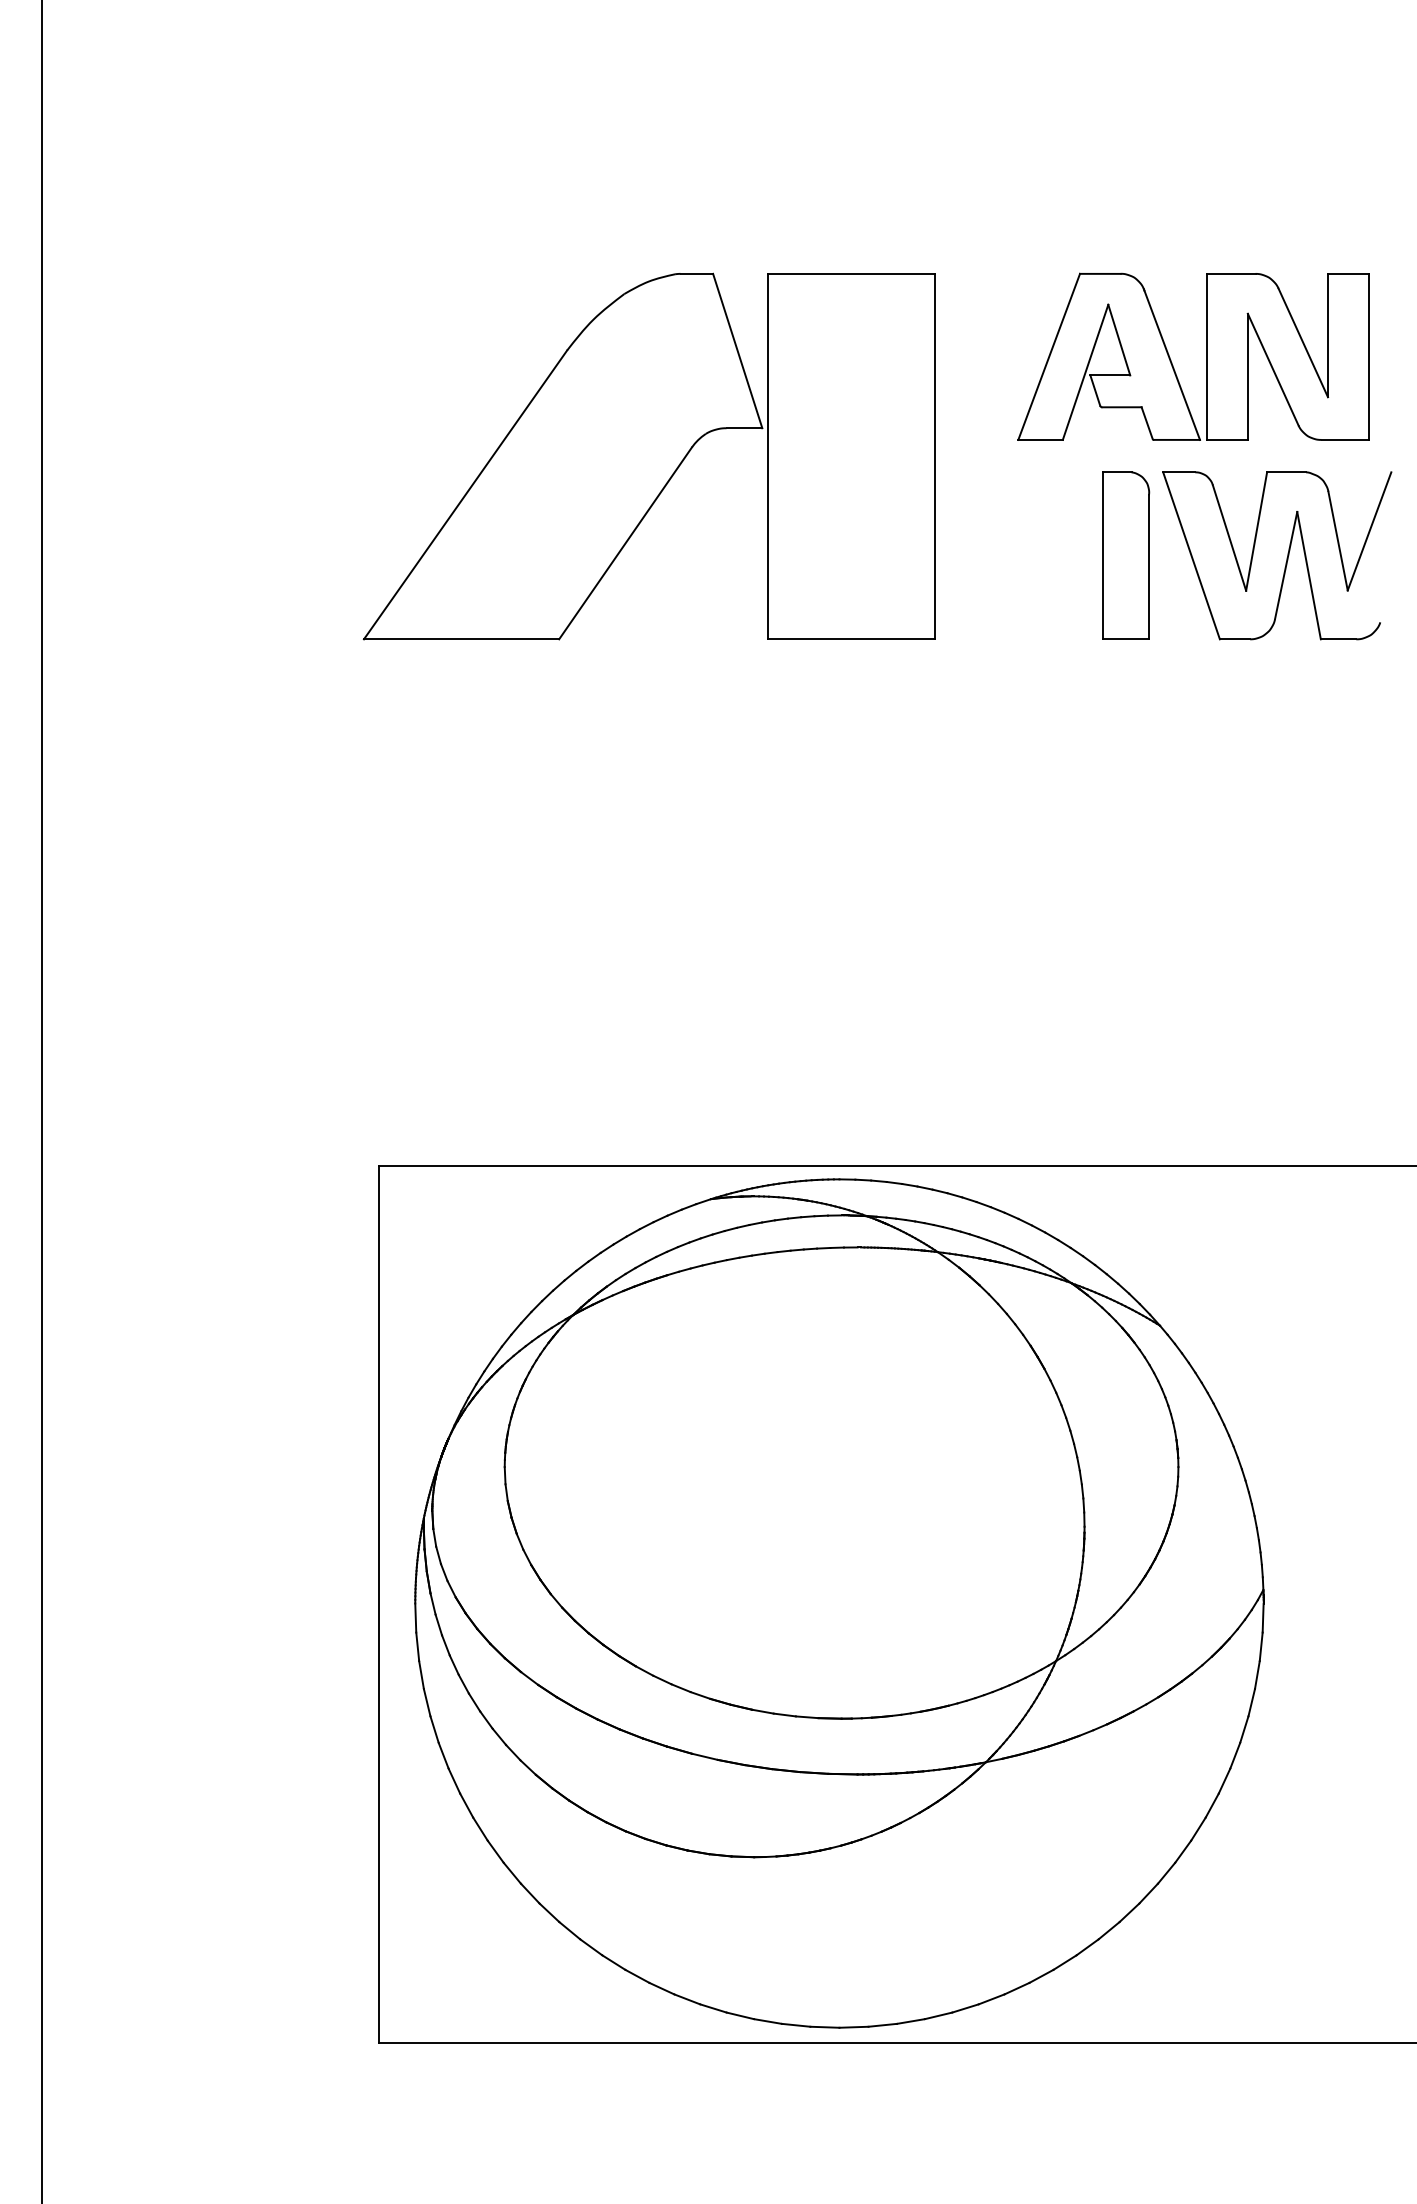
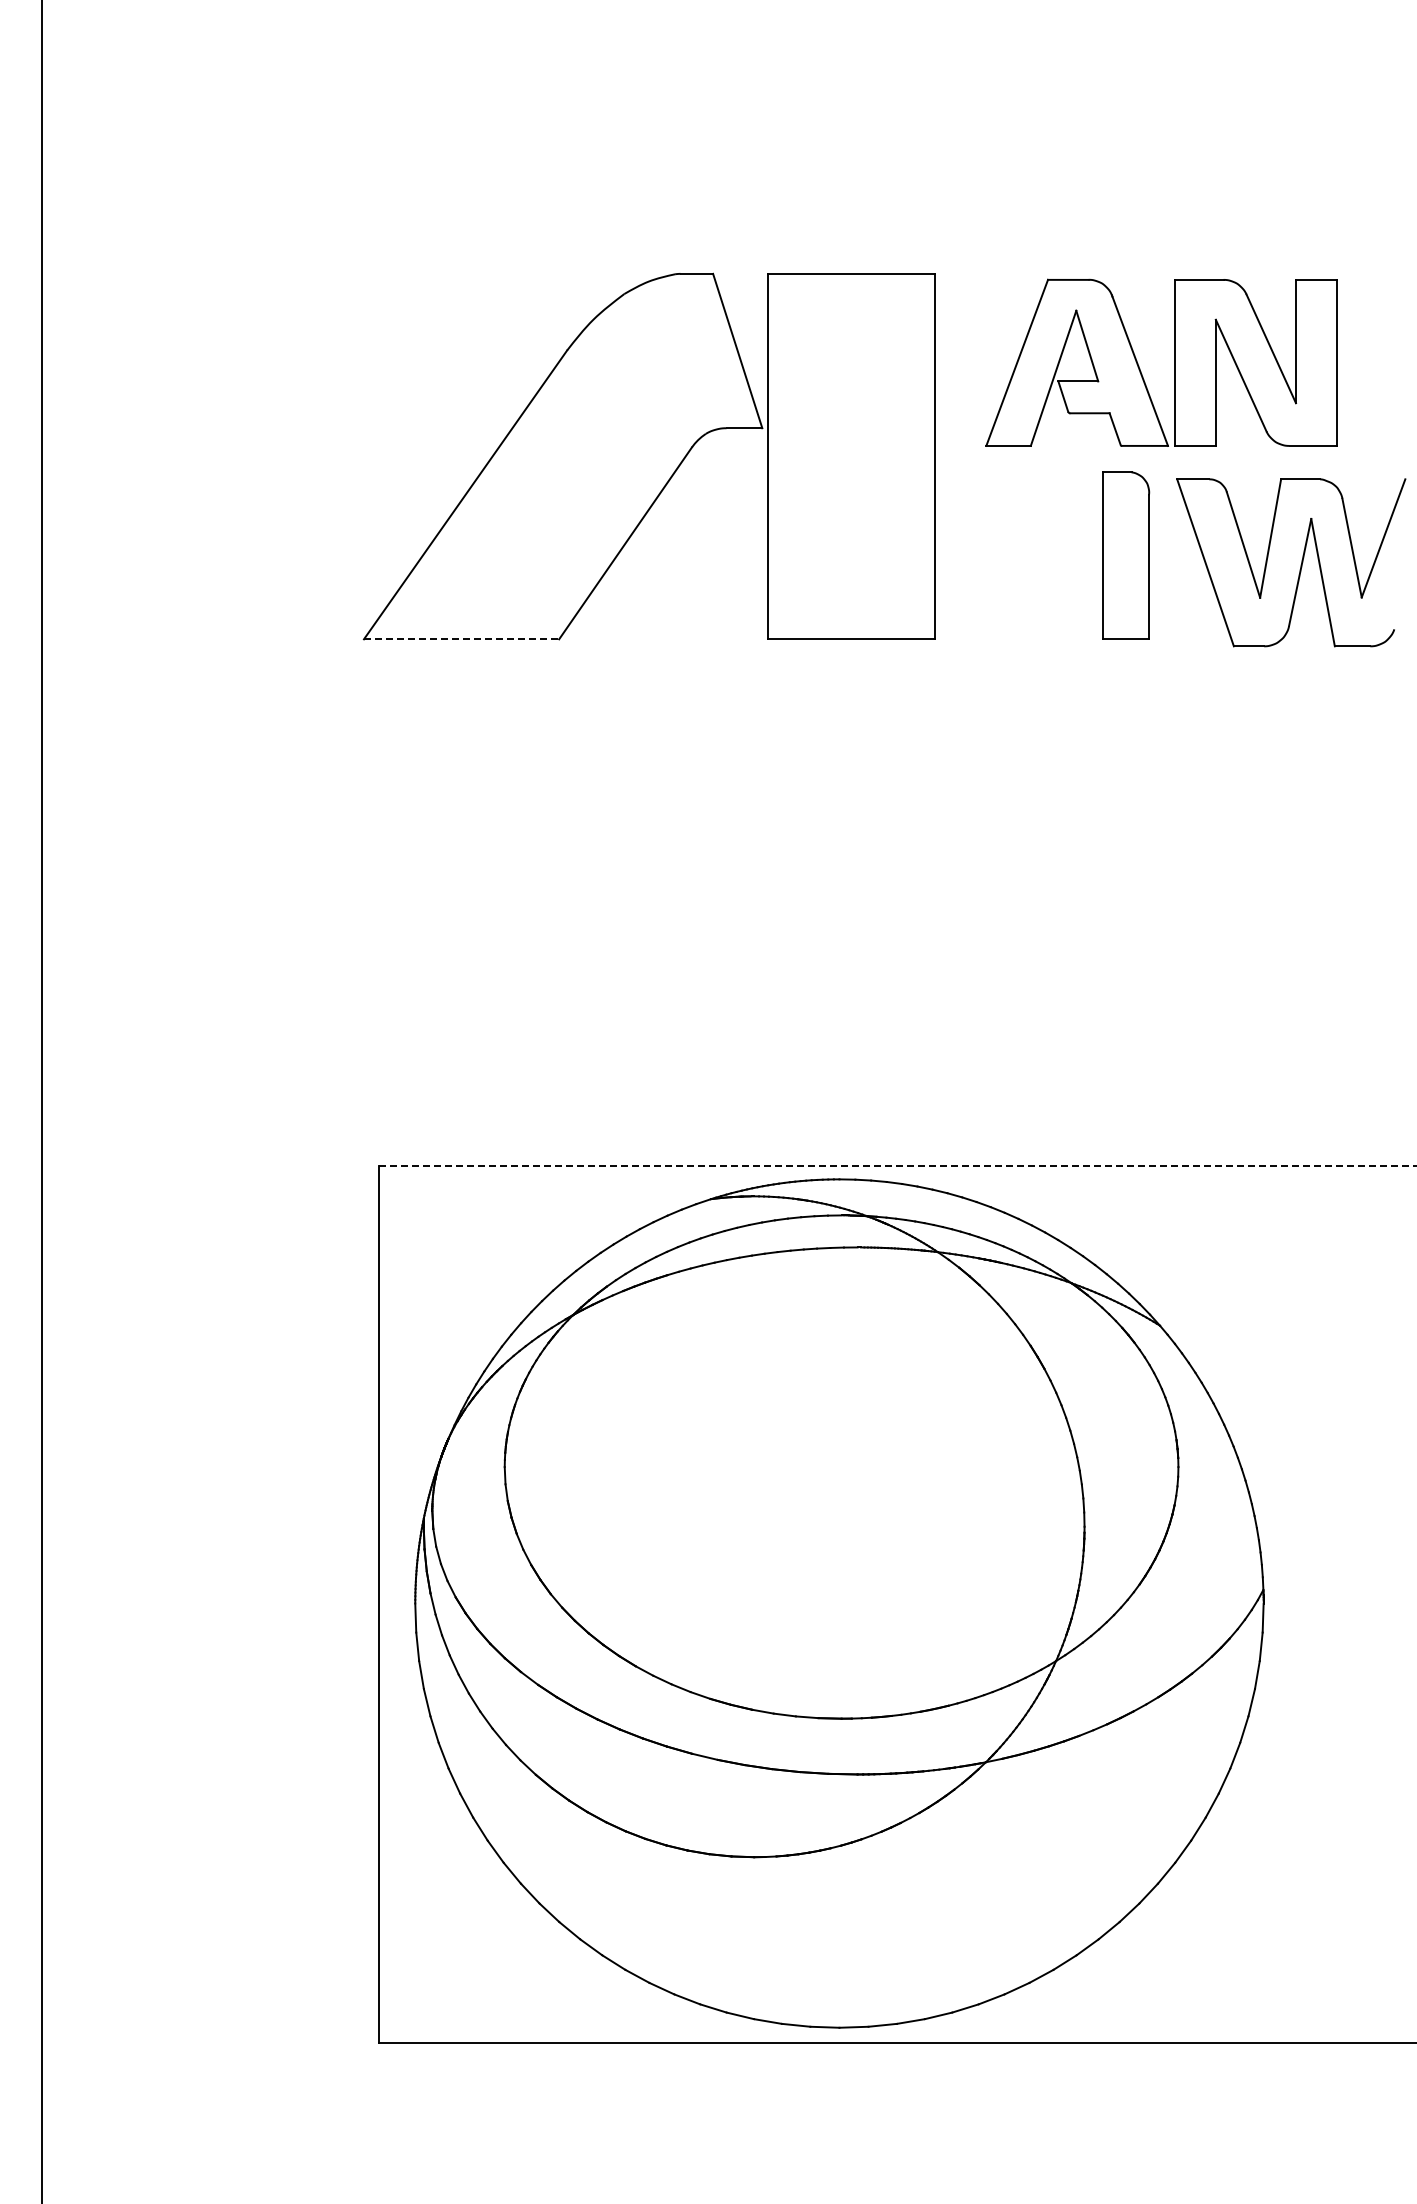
part at (1206, 356) position: (1206, 356) -> (1174, 362)
part at (1286, 557) position: (1286, 557) -> (1300, 564)
line at (461, 639): solid -> dashed
line at (897, 1165): solid -> dashed
